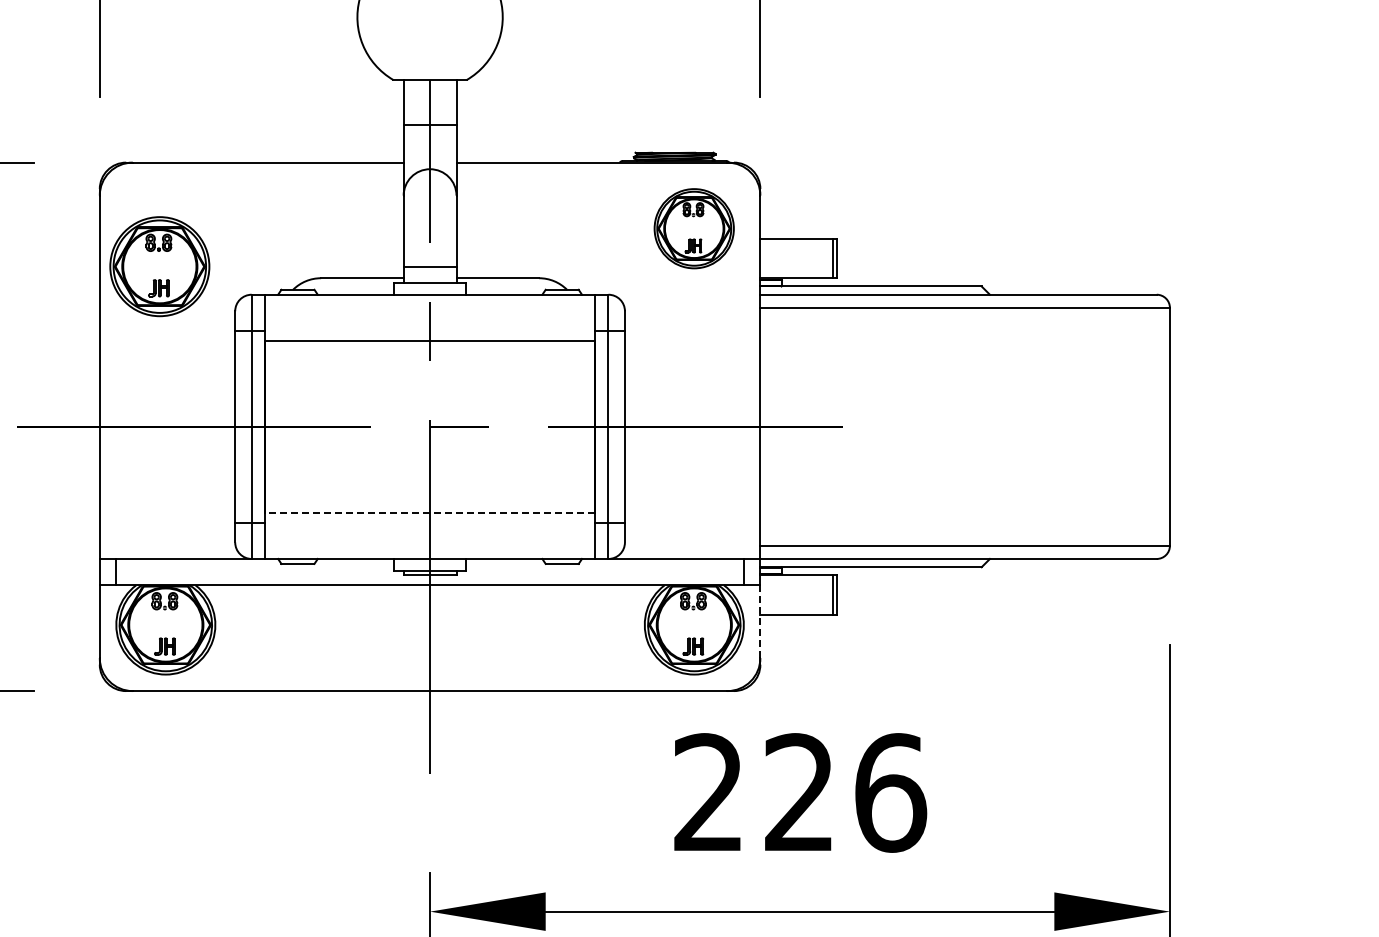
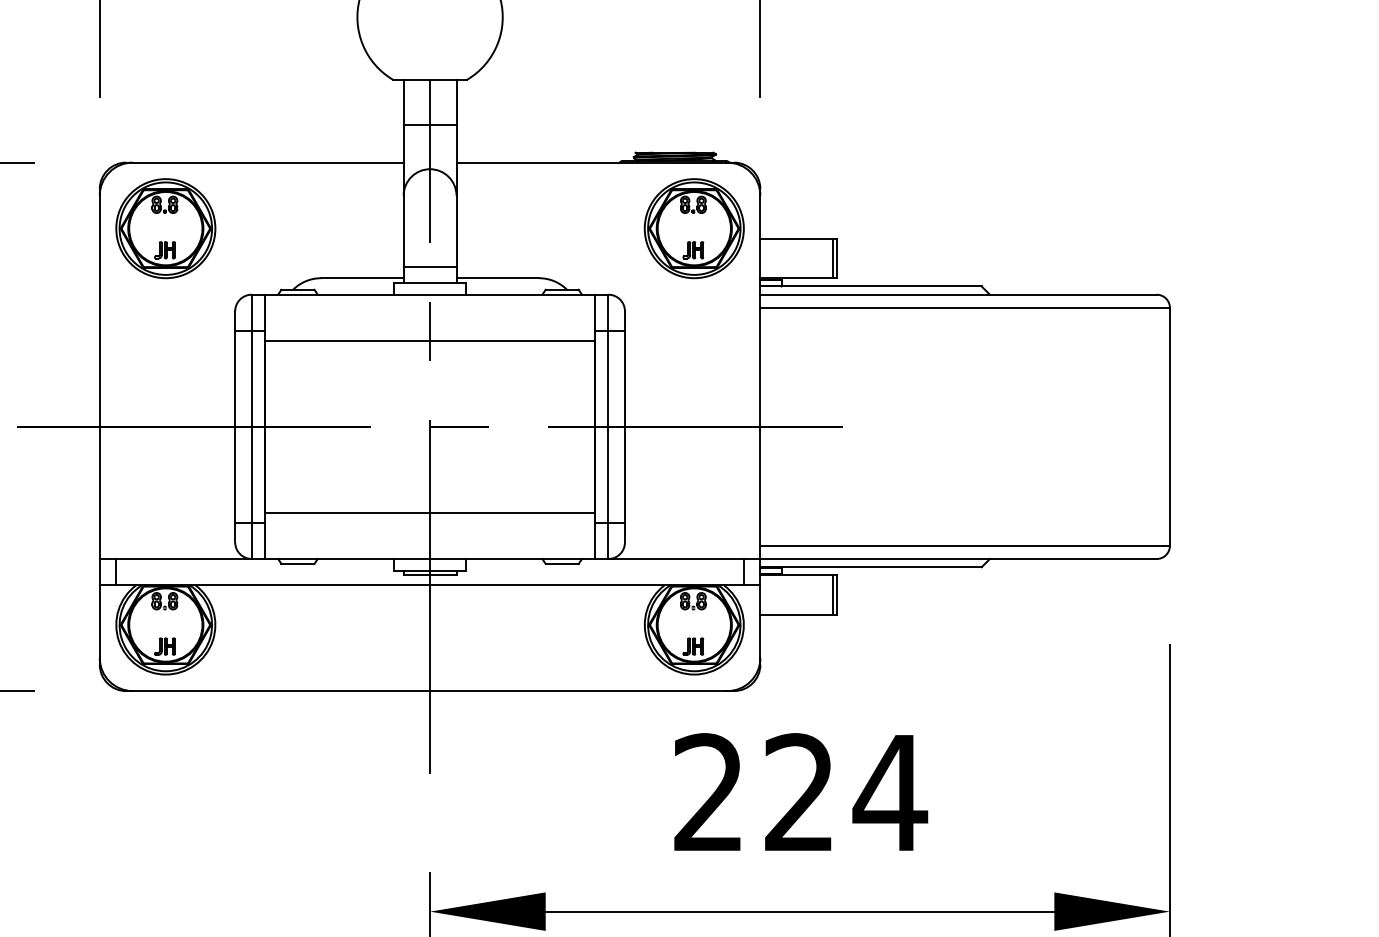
part at (693, 228) size: 82x82 px -> 102x102 px
part at (159, 266) position: (159, 266) -> (165, 228)
line at (429, 512): dashed -> solid
line at (760, 622): dashed -> solid
text at (890, 792): 226 -> 224
